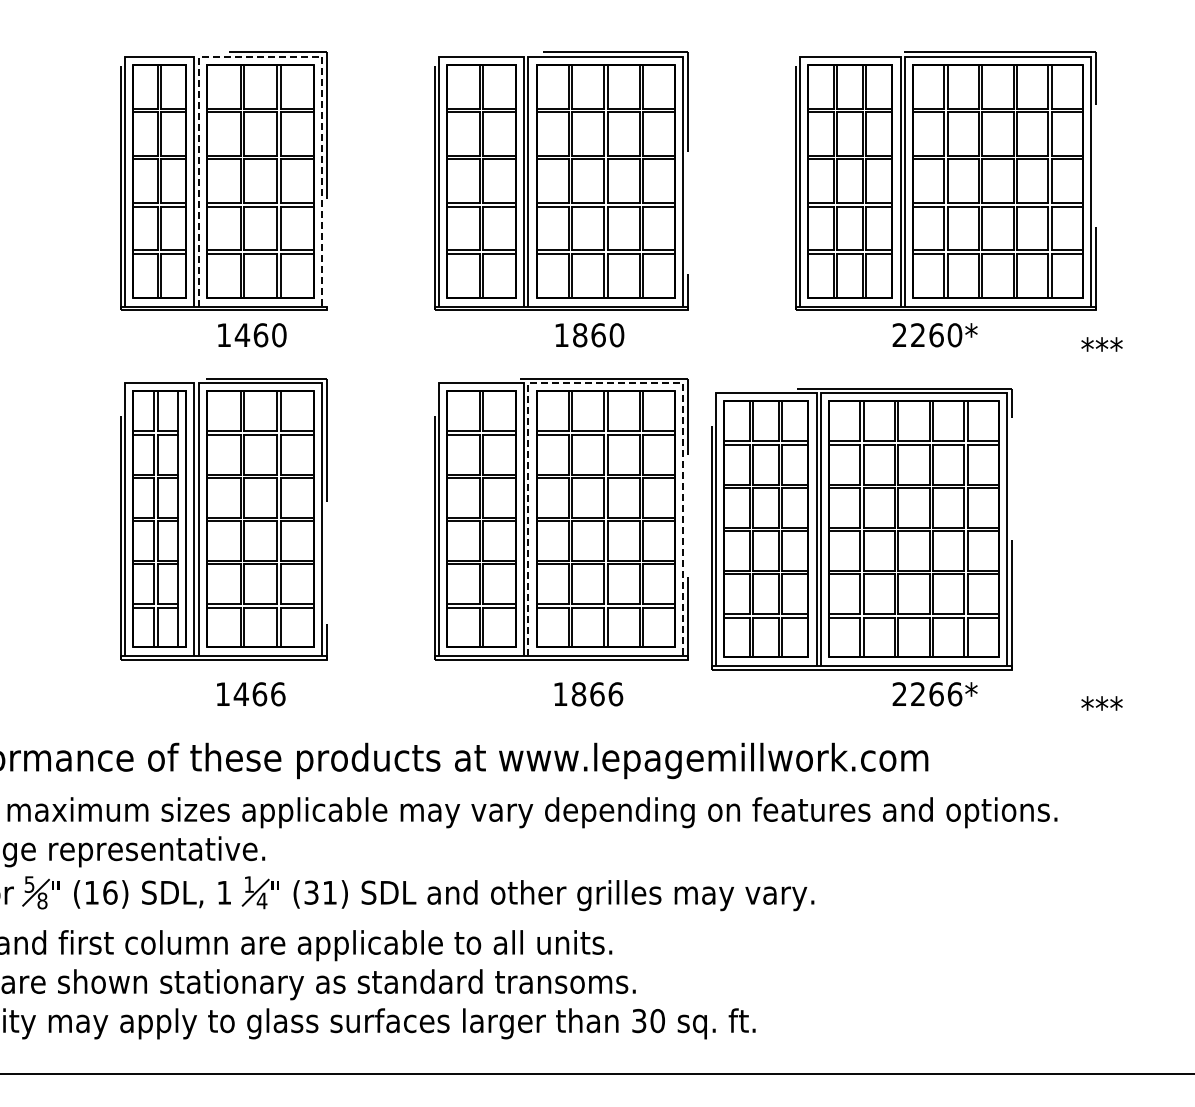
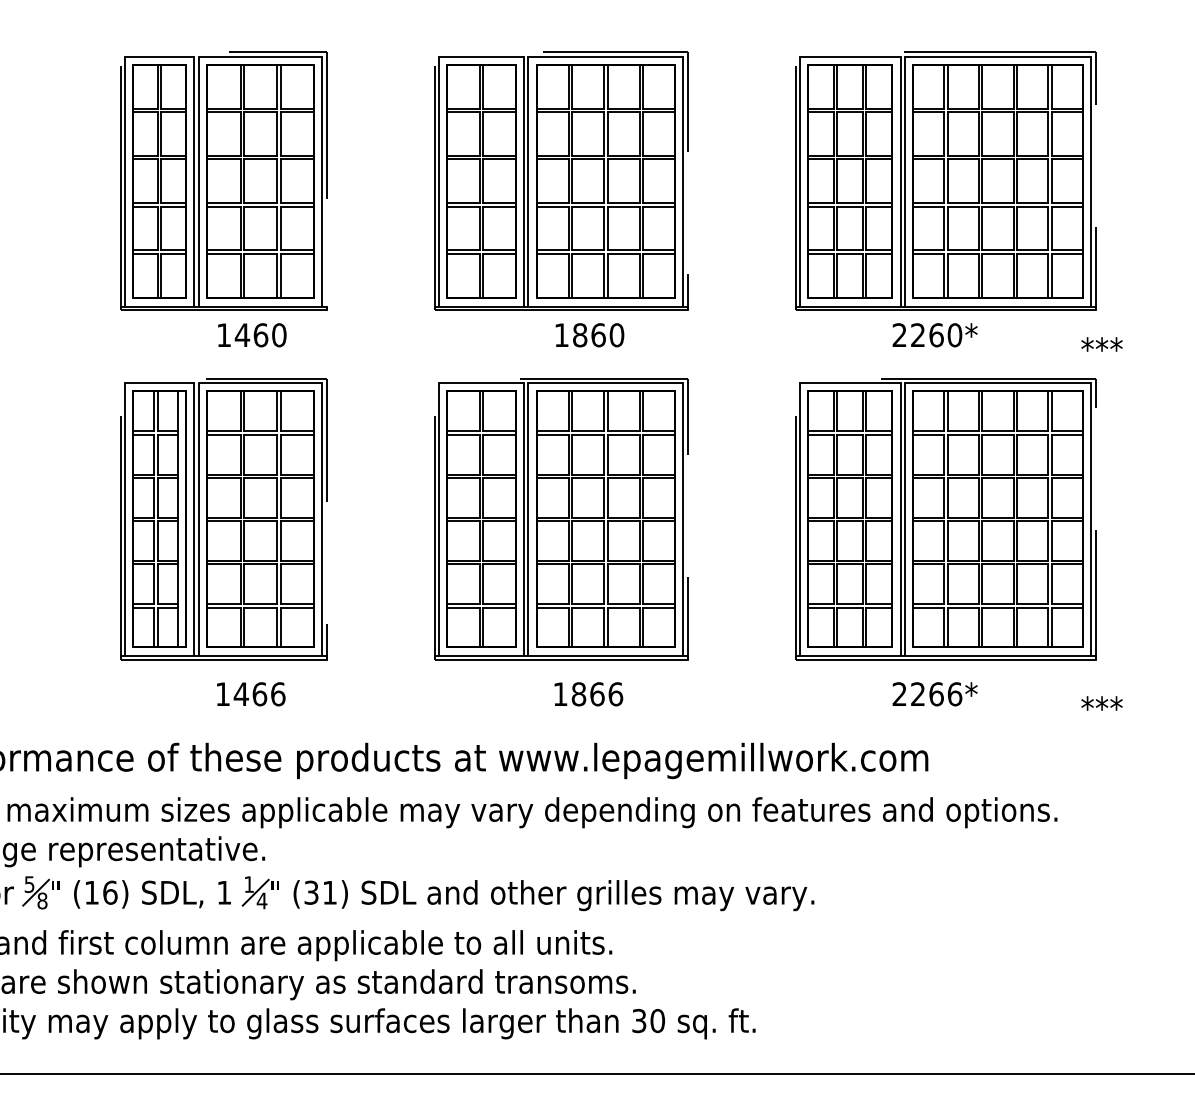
line at (260, 56): dashed -> solid
line at (606, 383): dashed -> solid
part at (861, 529) position: (861, 529) -> (945, 519)
